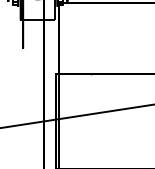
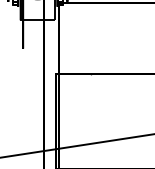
line at (76, 116) position: (76, 116) -> (76, 145)
